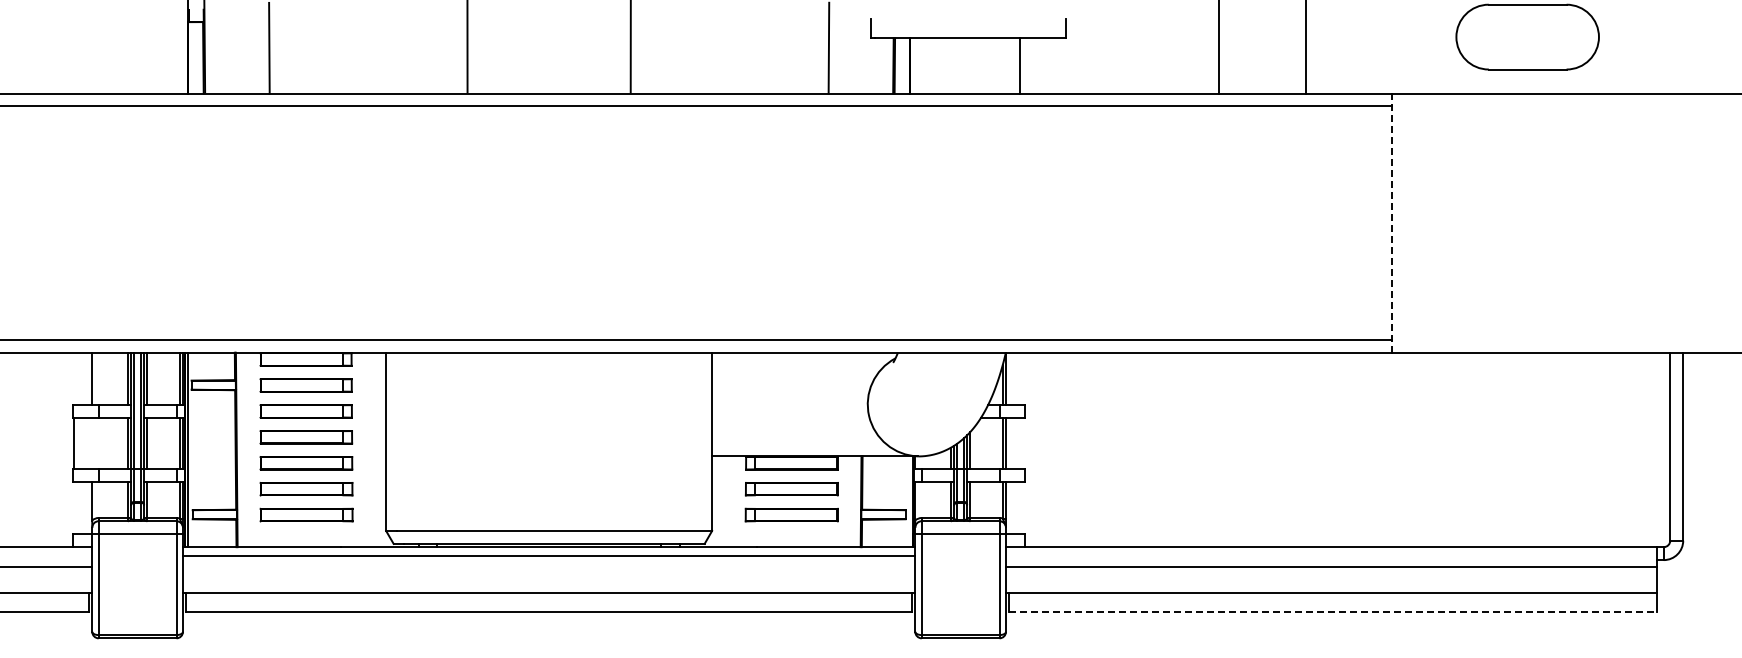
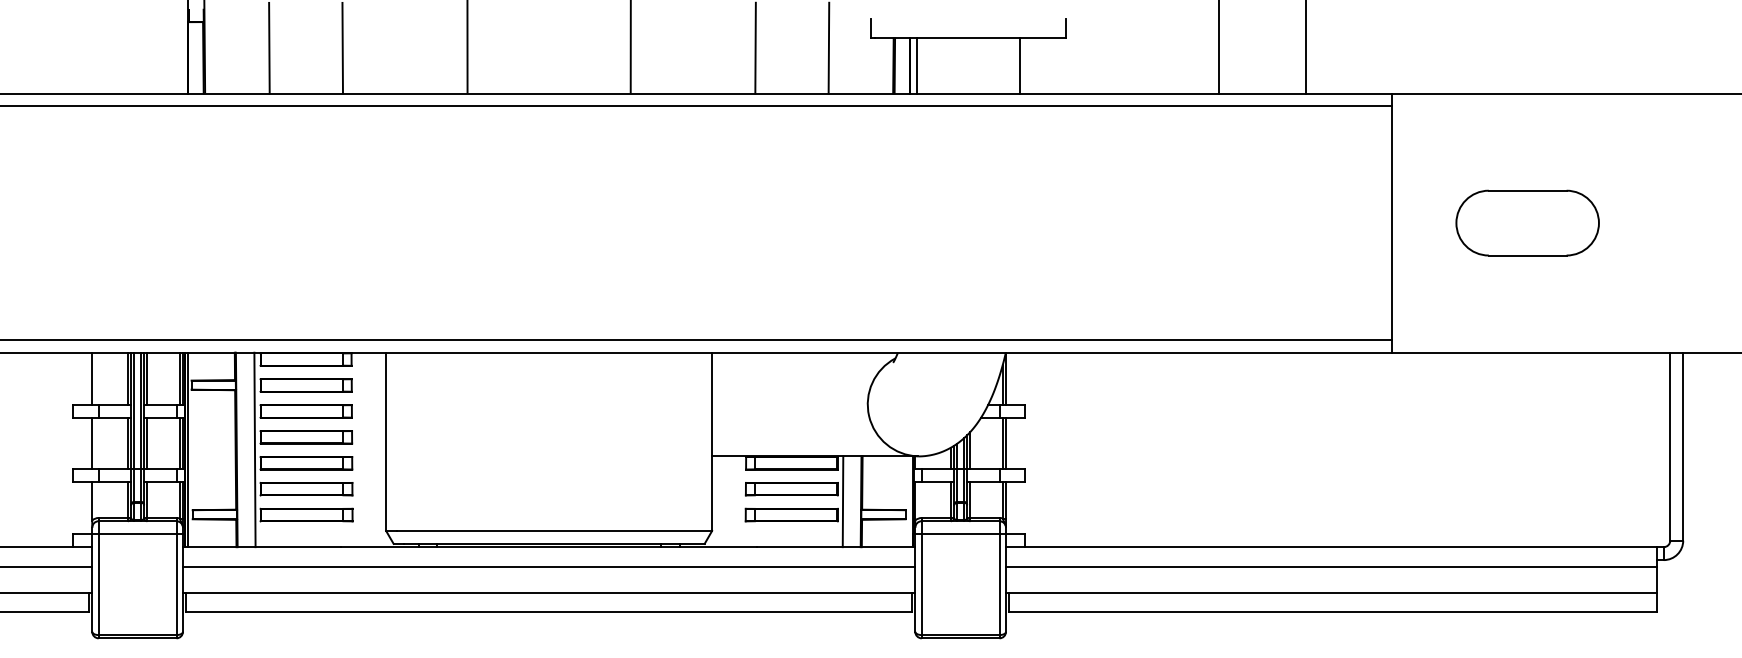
part at (1527, 36) position: (1527, 36) -> (1527, 222)
line at (342, 47): none -> present
line at (755, 47): none -> present
line at (916, 65): none -> present
line at (1391, 223): dashed -> solid
line at (74, 443) position: (74, 443) -> (92, 443)
line at (254, 449): none -> present
line at (842, 501): none -> present
line at (548, 555) position: (548, 555) -> (548, 566)
line at (1333, 611): dashed -> solid
